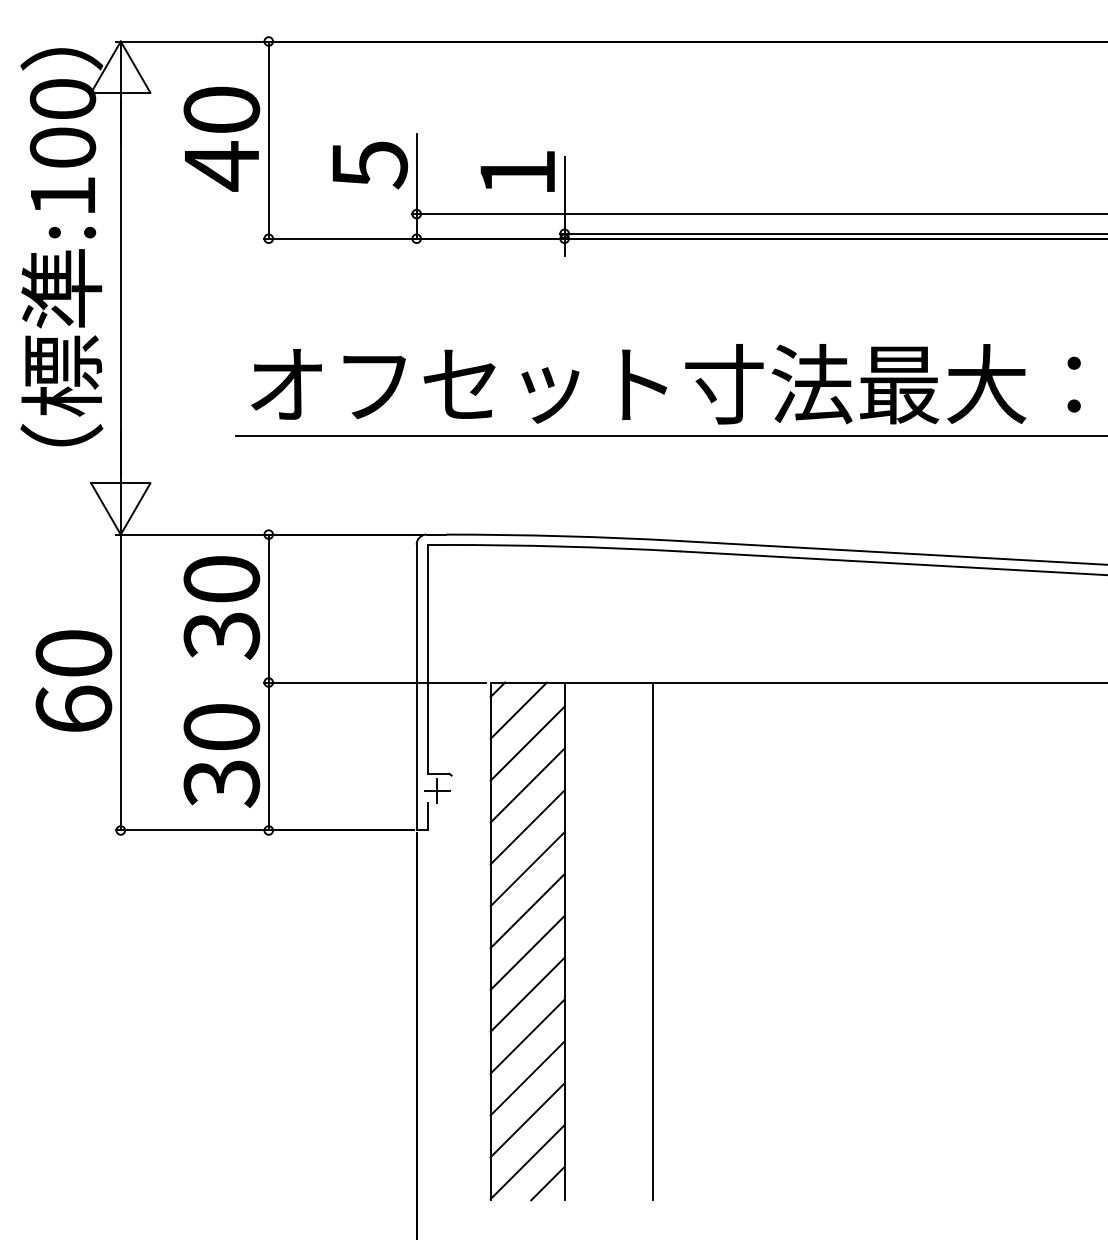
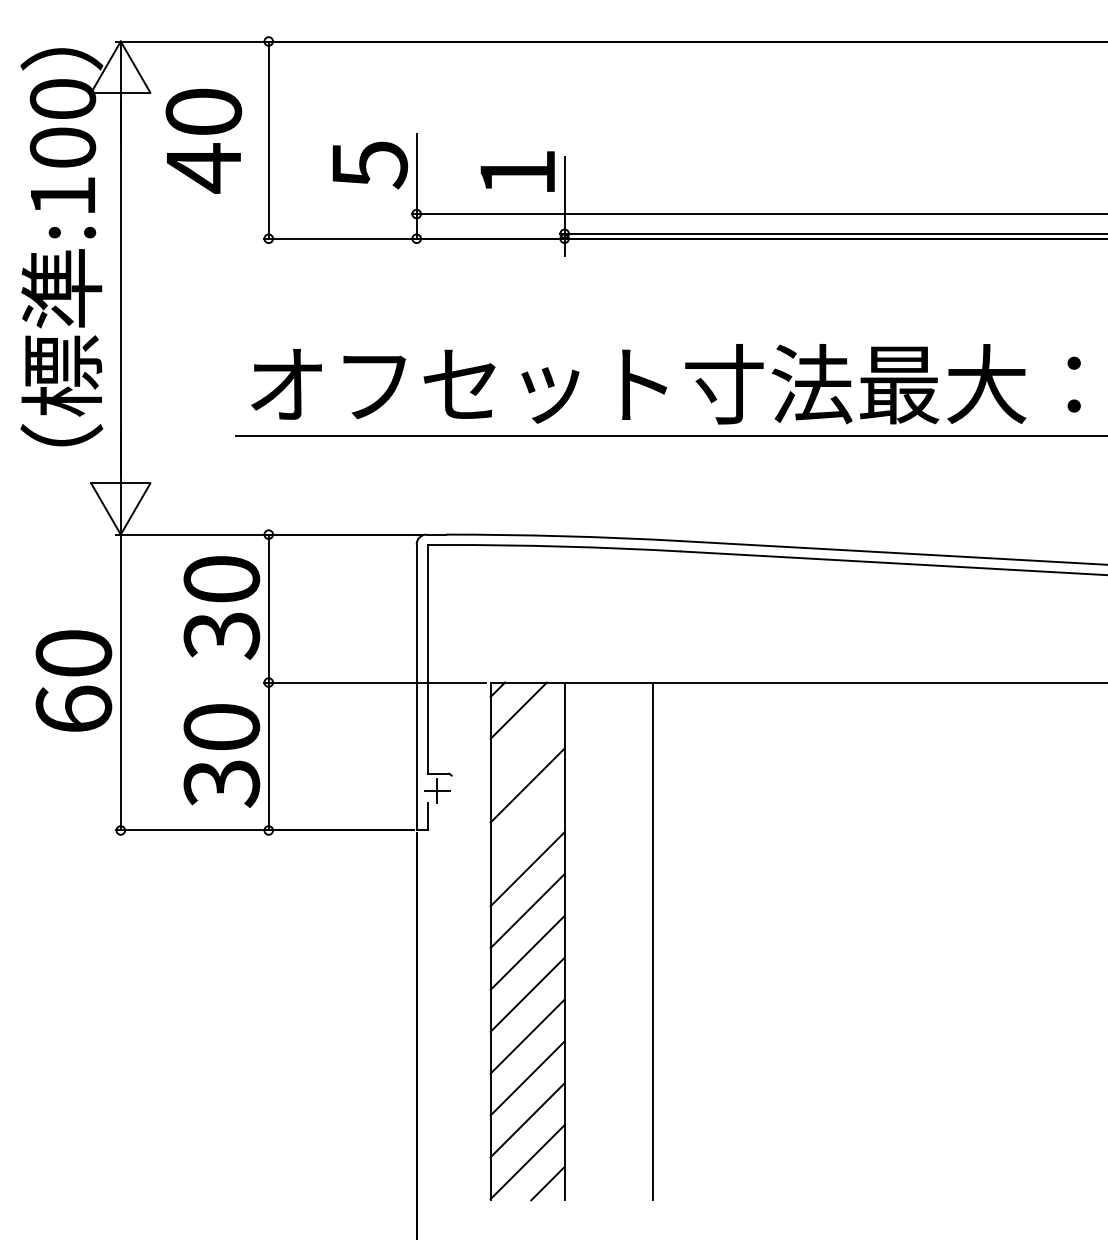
text at (221, 138) position: (221, 138) -> (203, 140)
line at (527, 743): present -> none
line at (527, 827): present -> none
